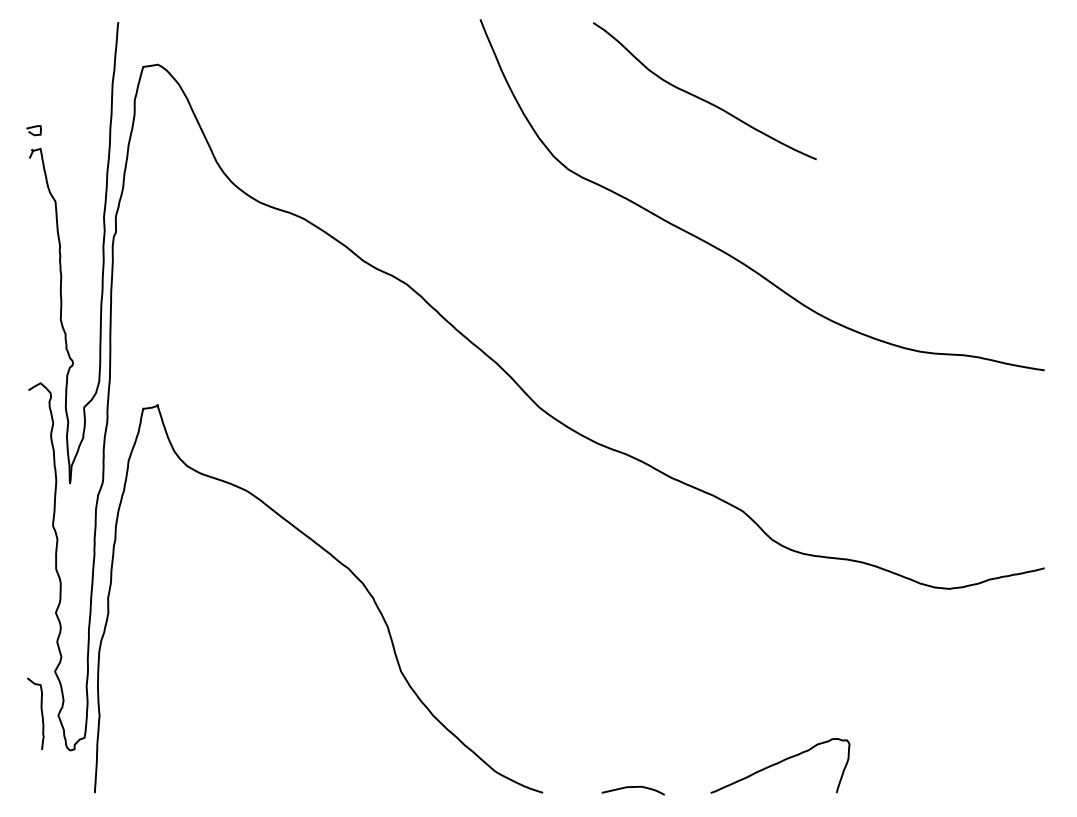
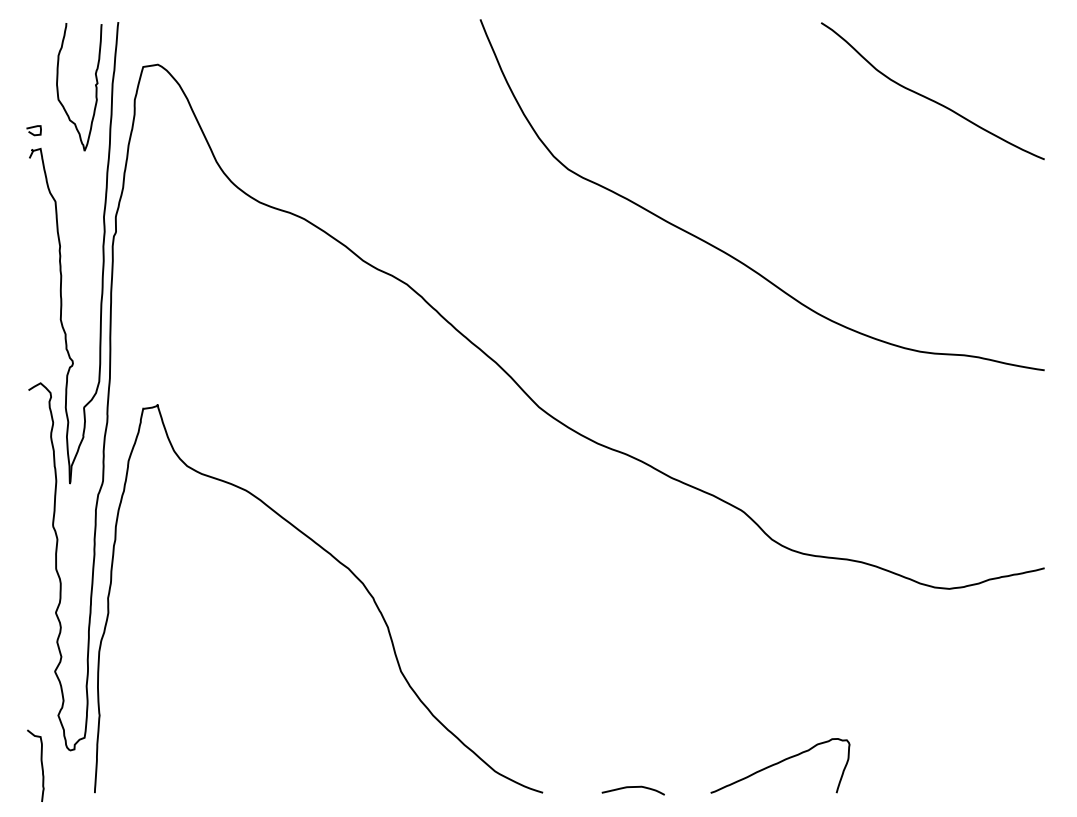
curve at (95, 87): none -> present
curve at (700, 97) position: (700, 97) -> (928, 97)
curve at (40, 710) position: (40, 710) -> (40, 762)
